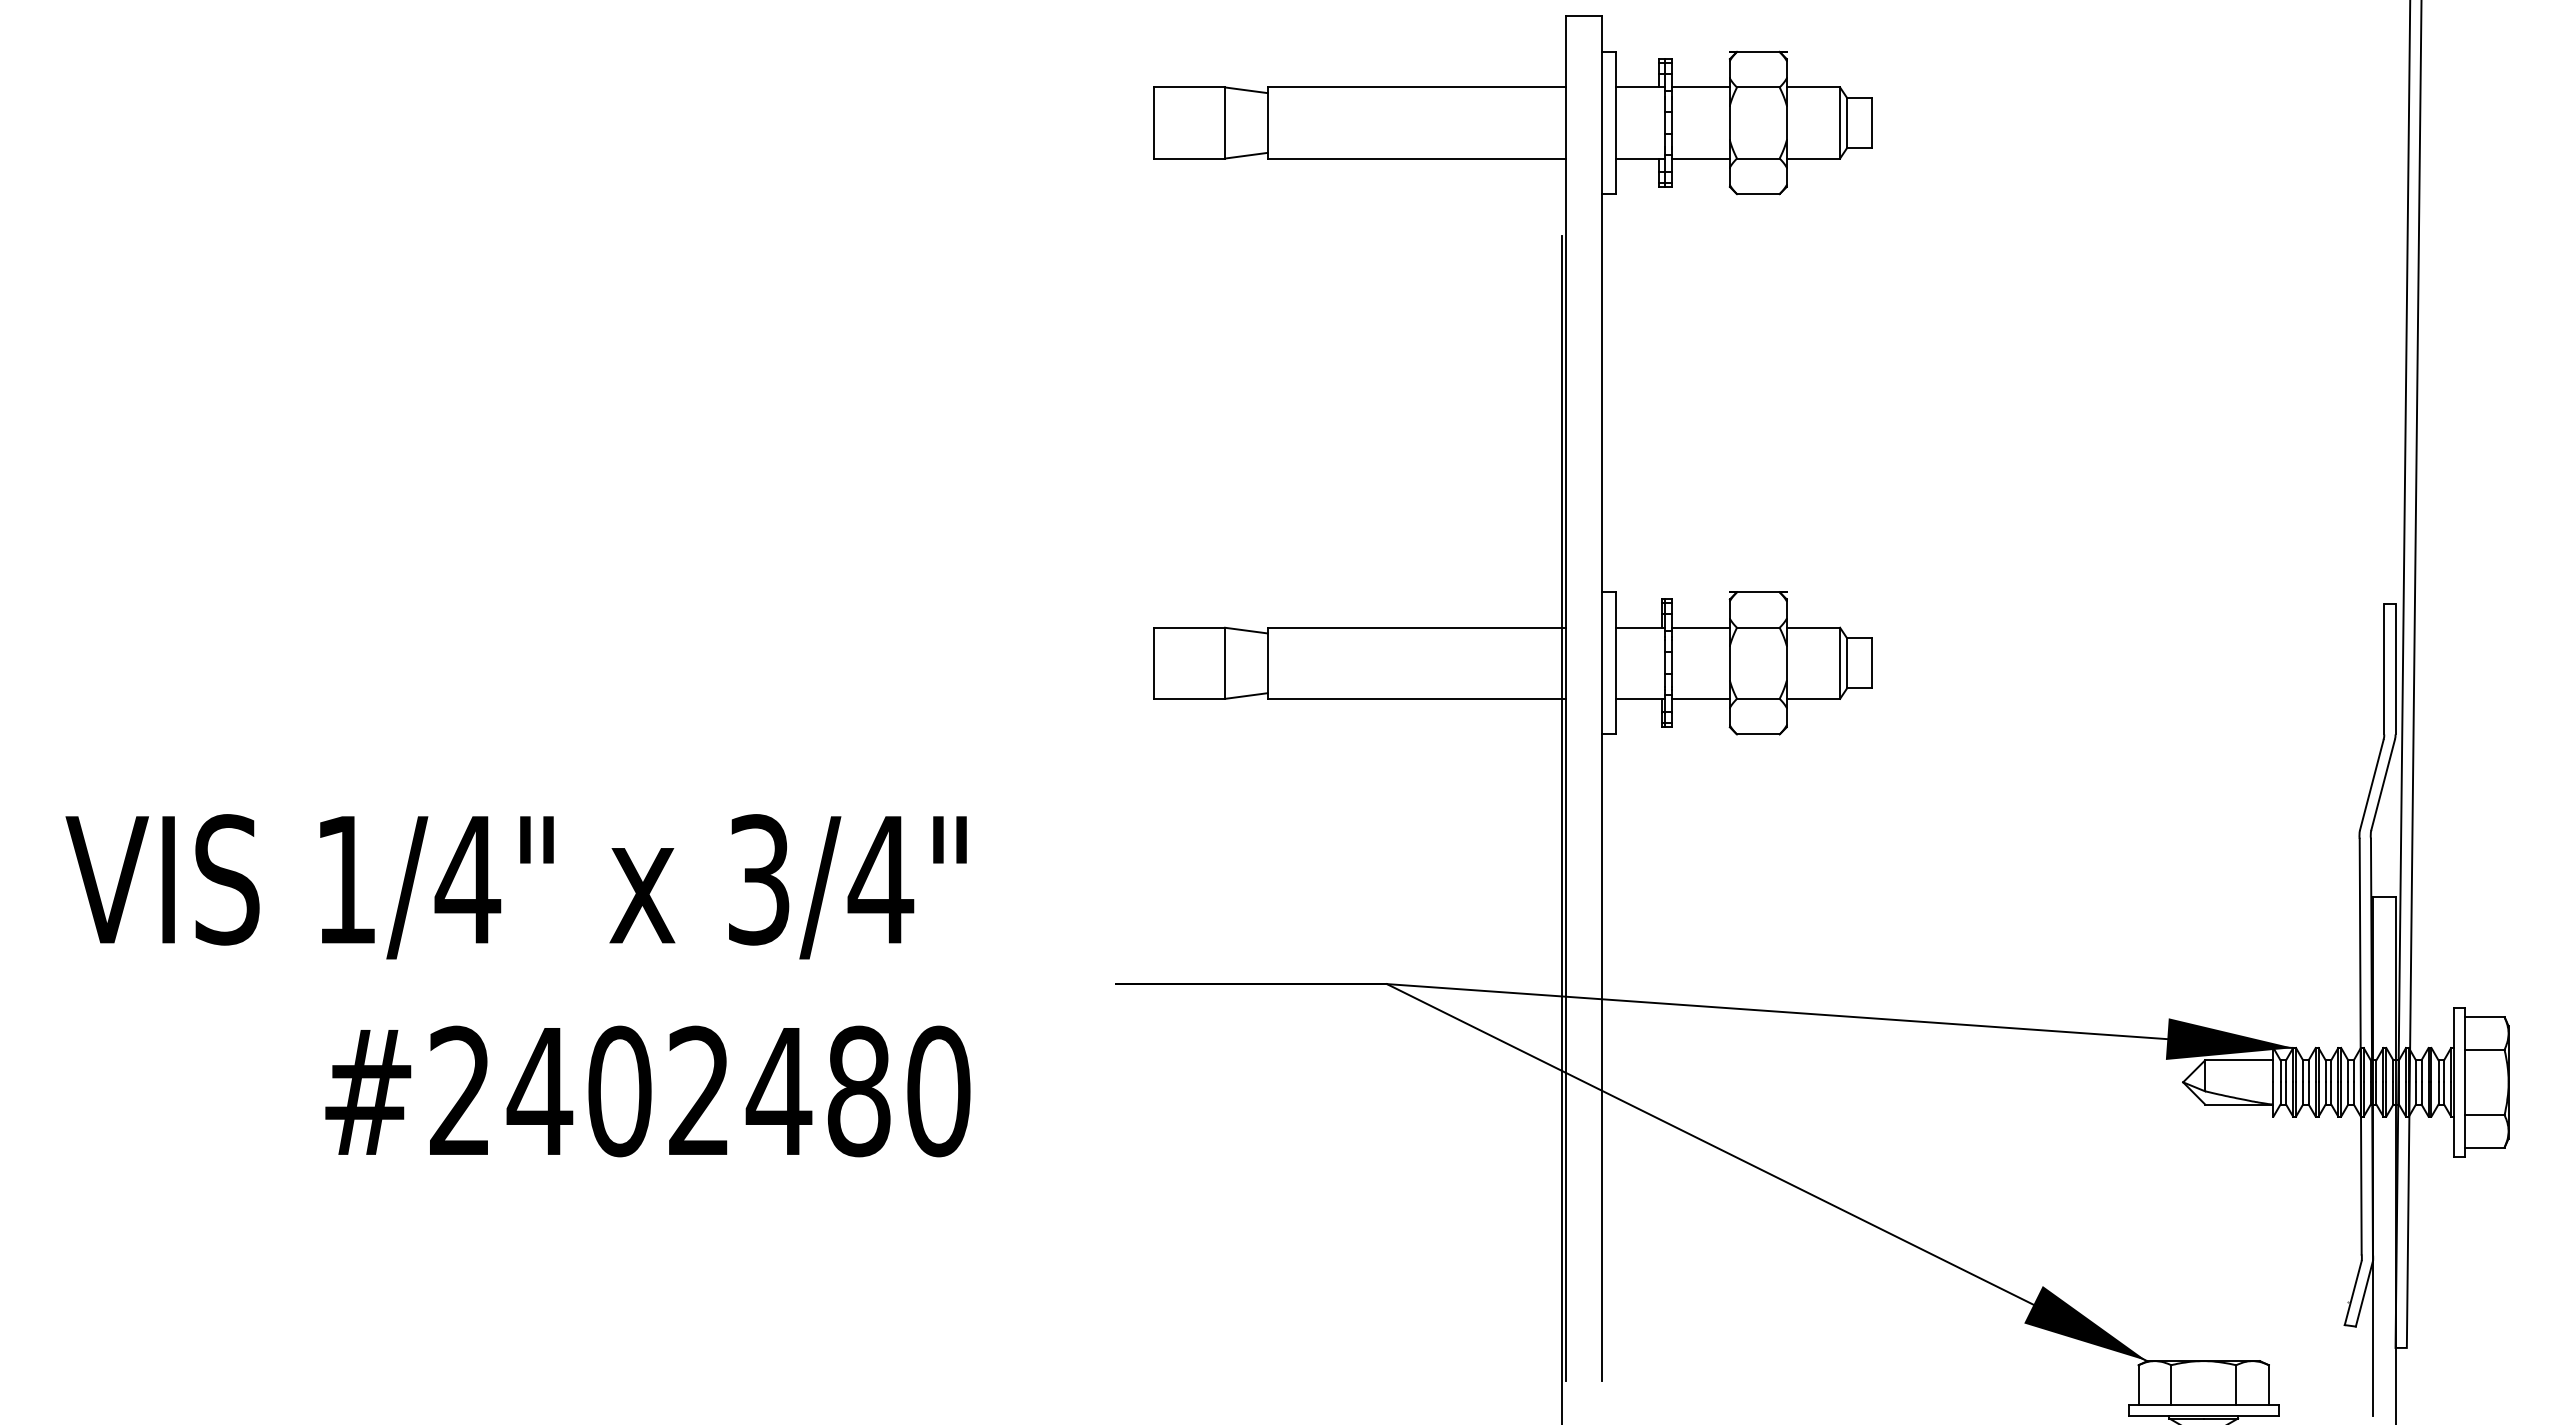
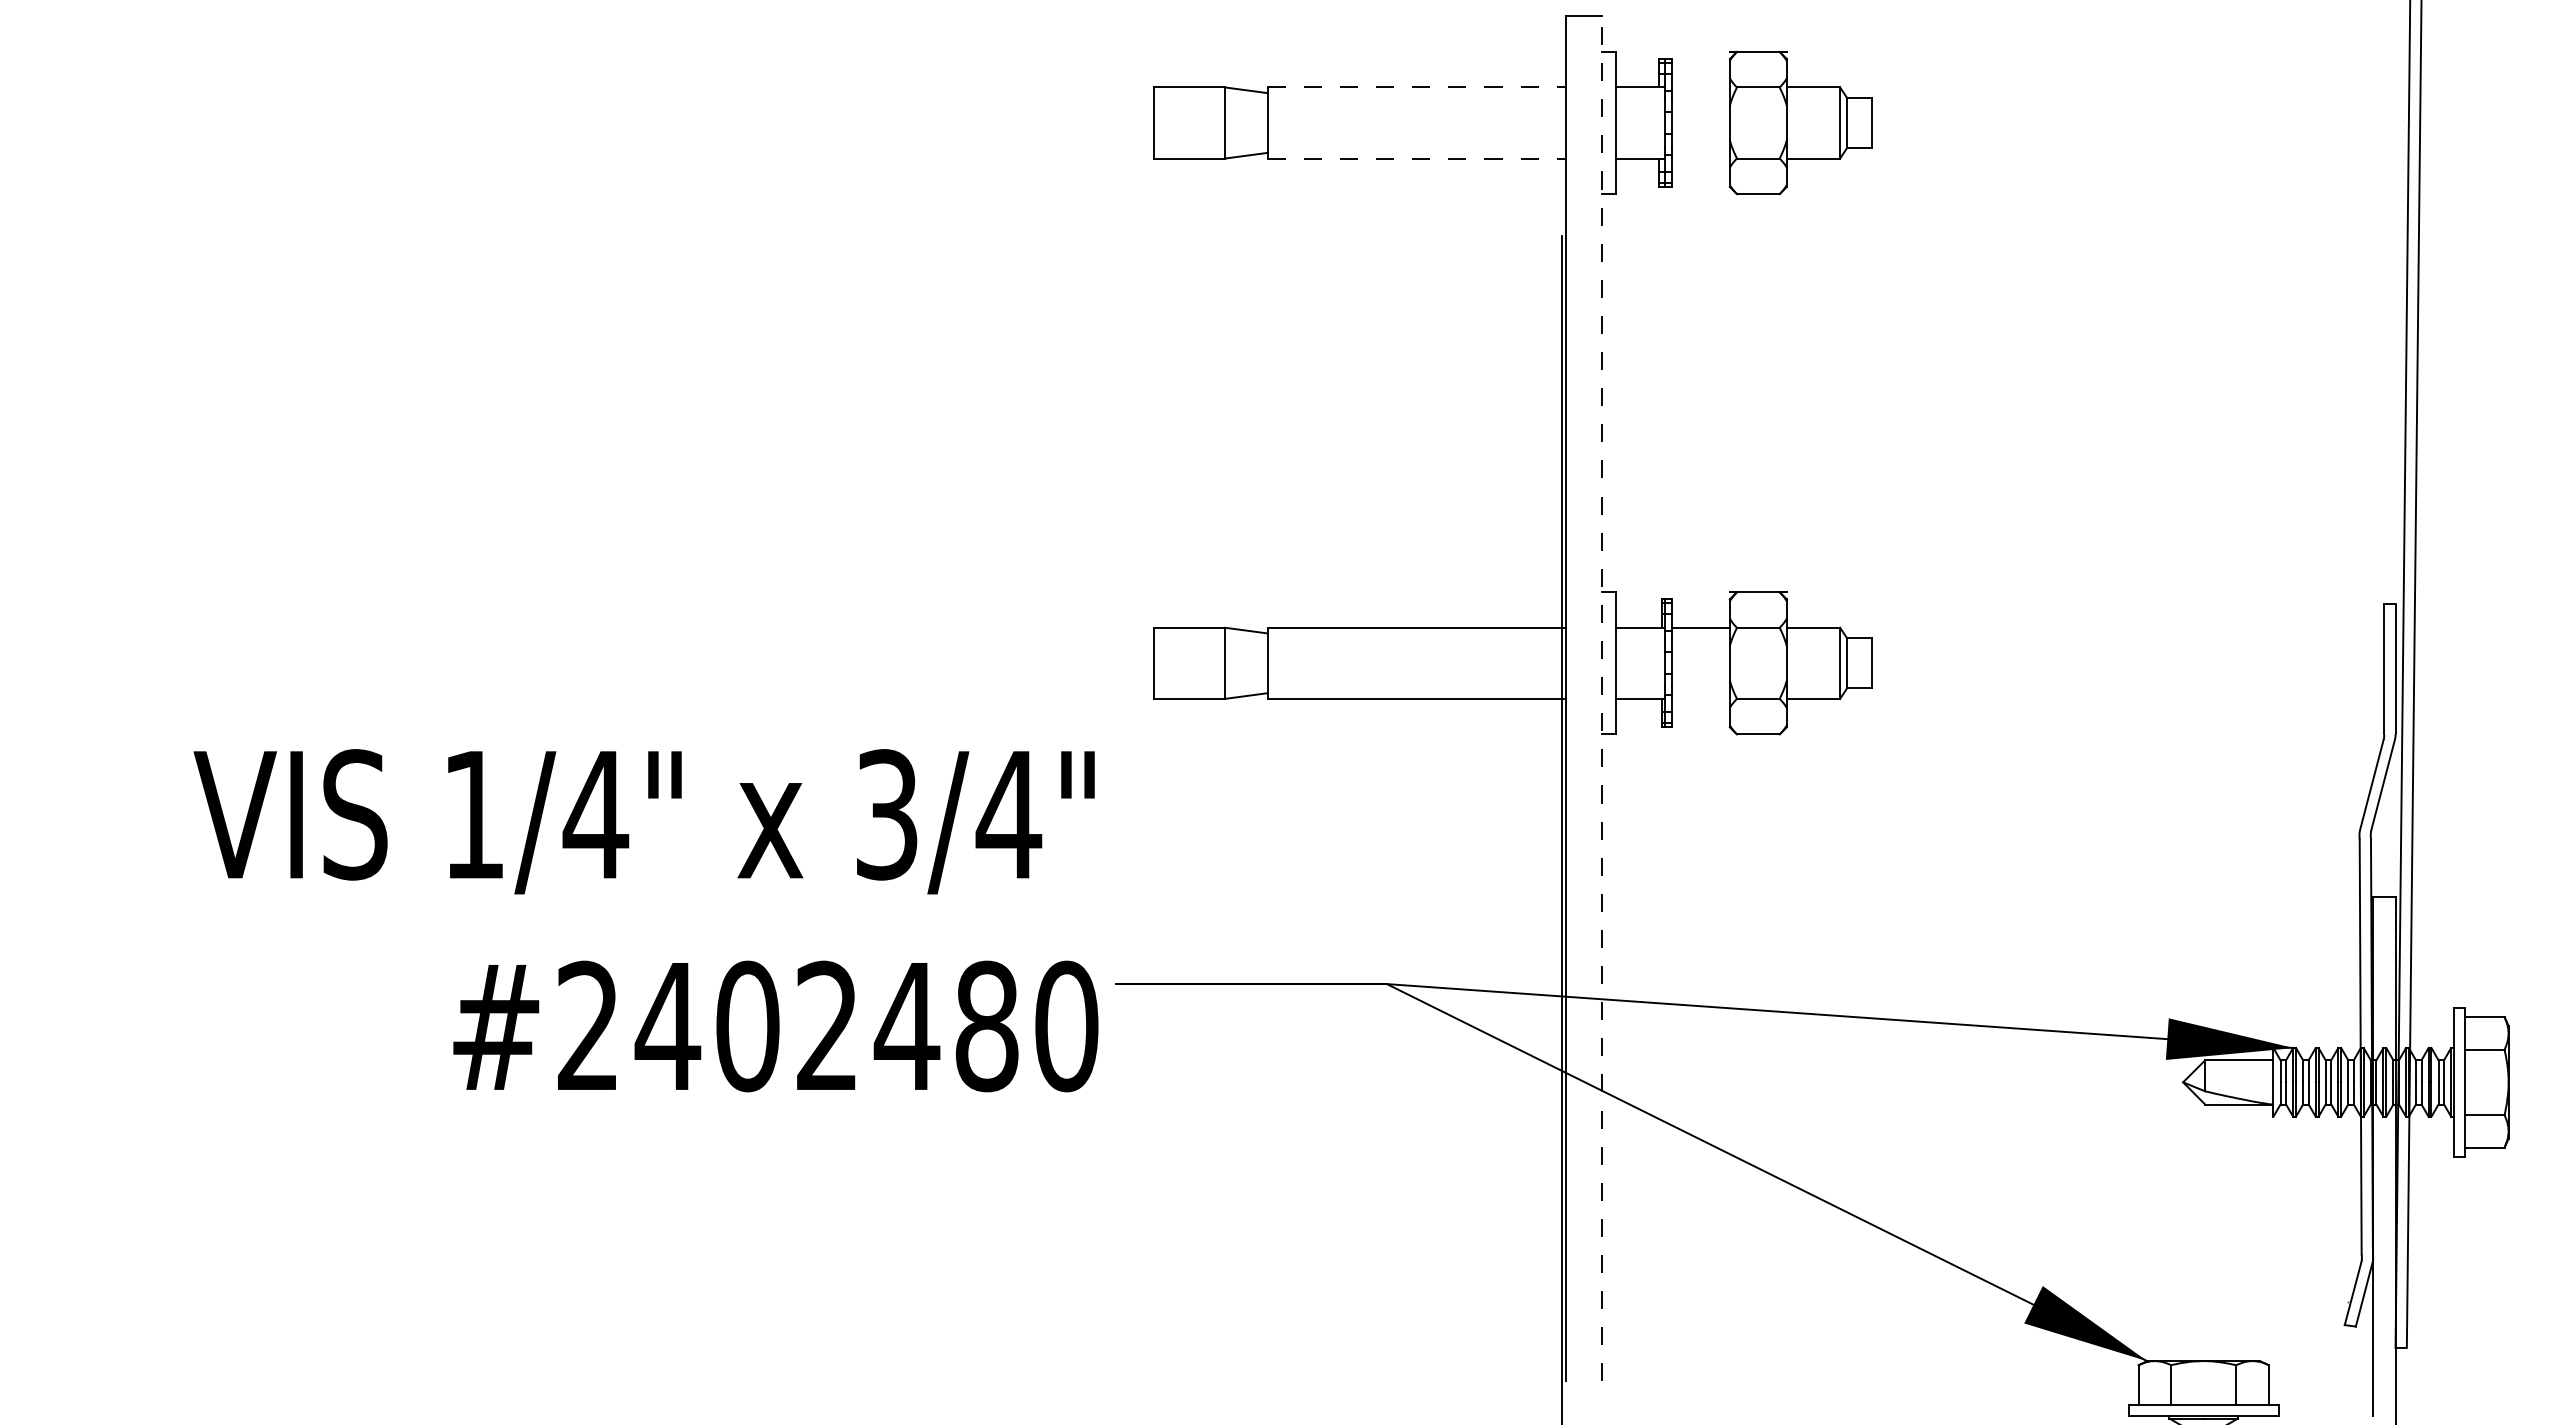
line at (1417, 87): solid -> dashed
line at (1700, 87): present -> none
line at (1417, 158): solid -> dashed
line at (1700, 158): present -> none
line at (1601, 698): solid -> dashed
line at (1700, 698): present -> none
text at (517, 985) position: (517, 985) -> (645, 920)
